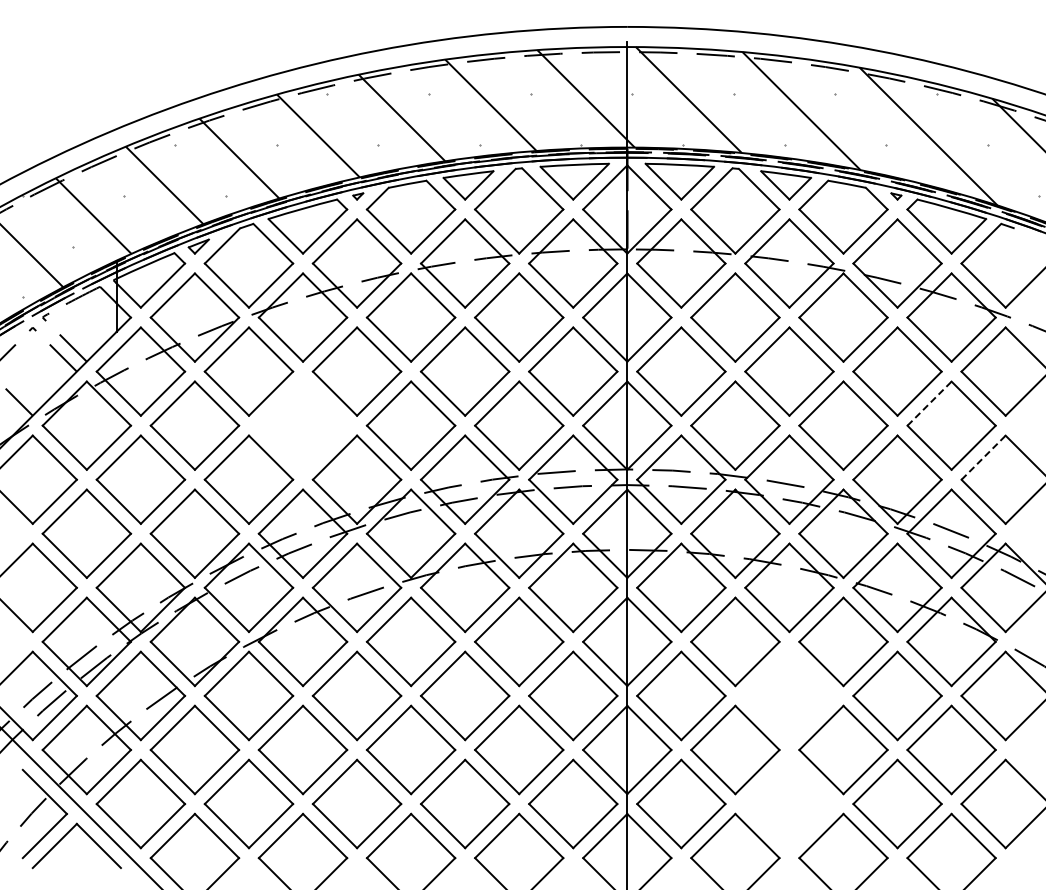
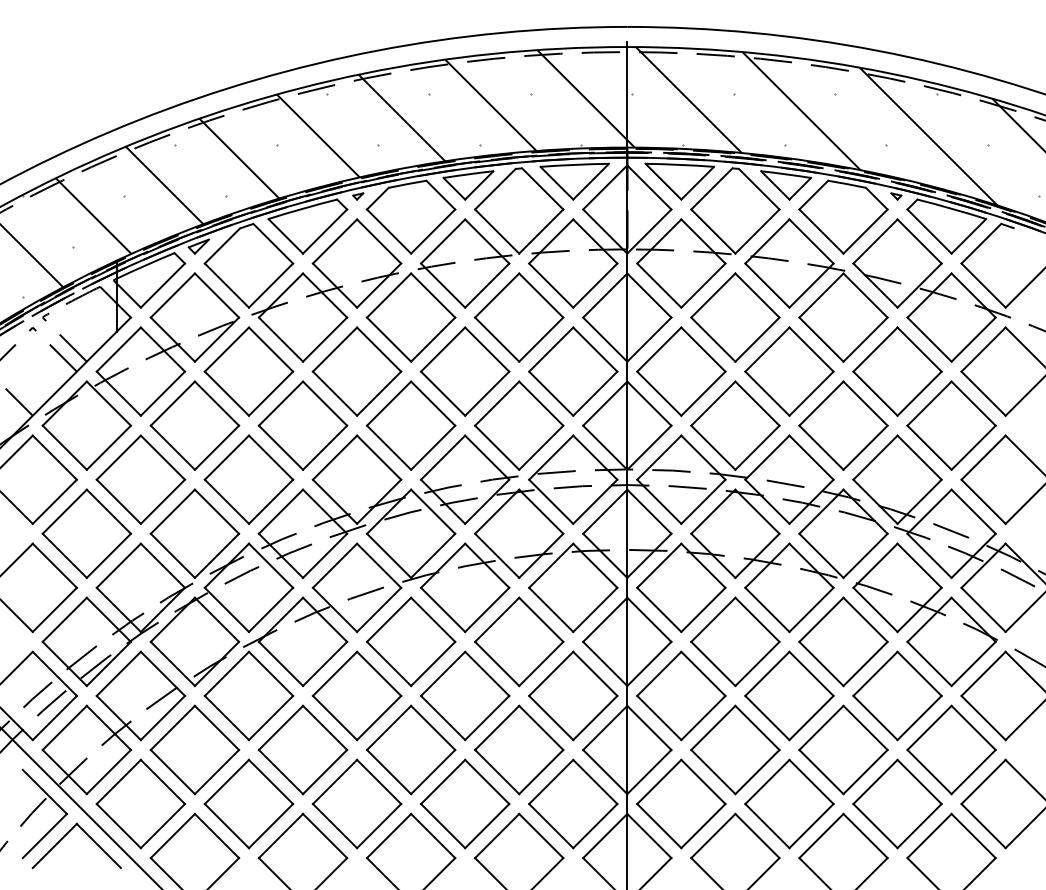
line at (929, 403): dashed -> solid
part at (302, 425): none -> present
line at (983, 457): dashed -> solid
part at (789, 695): none -> present
part at (789, 803): none -> present
